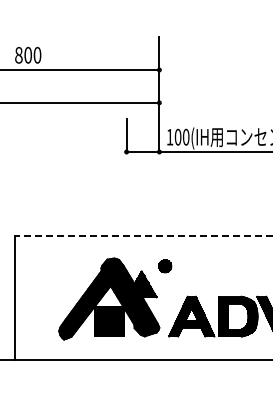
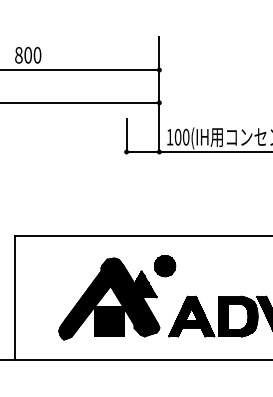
line at (143, 235): dashed -> solid
part at (165, 266) size: 15x15 px -> 23x23 px
